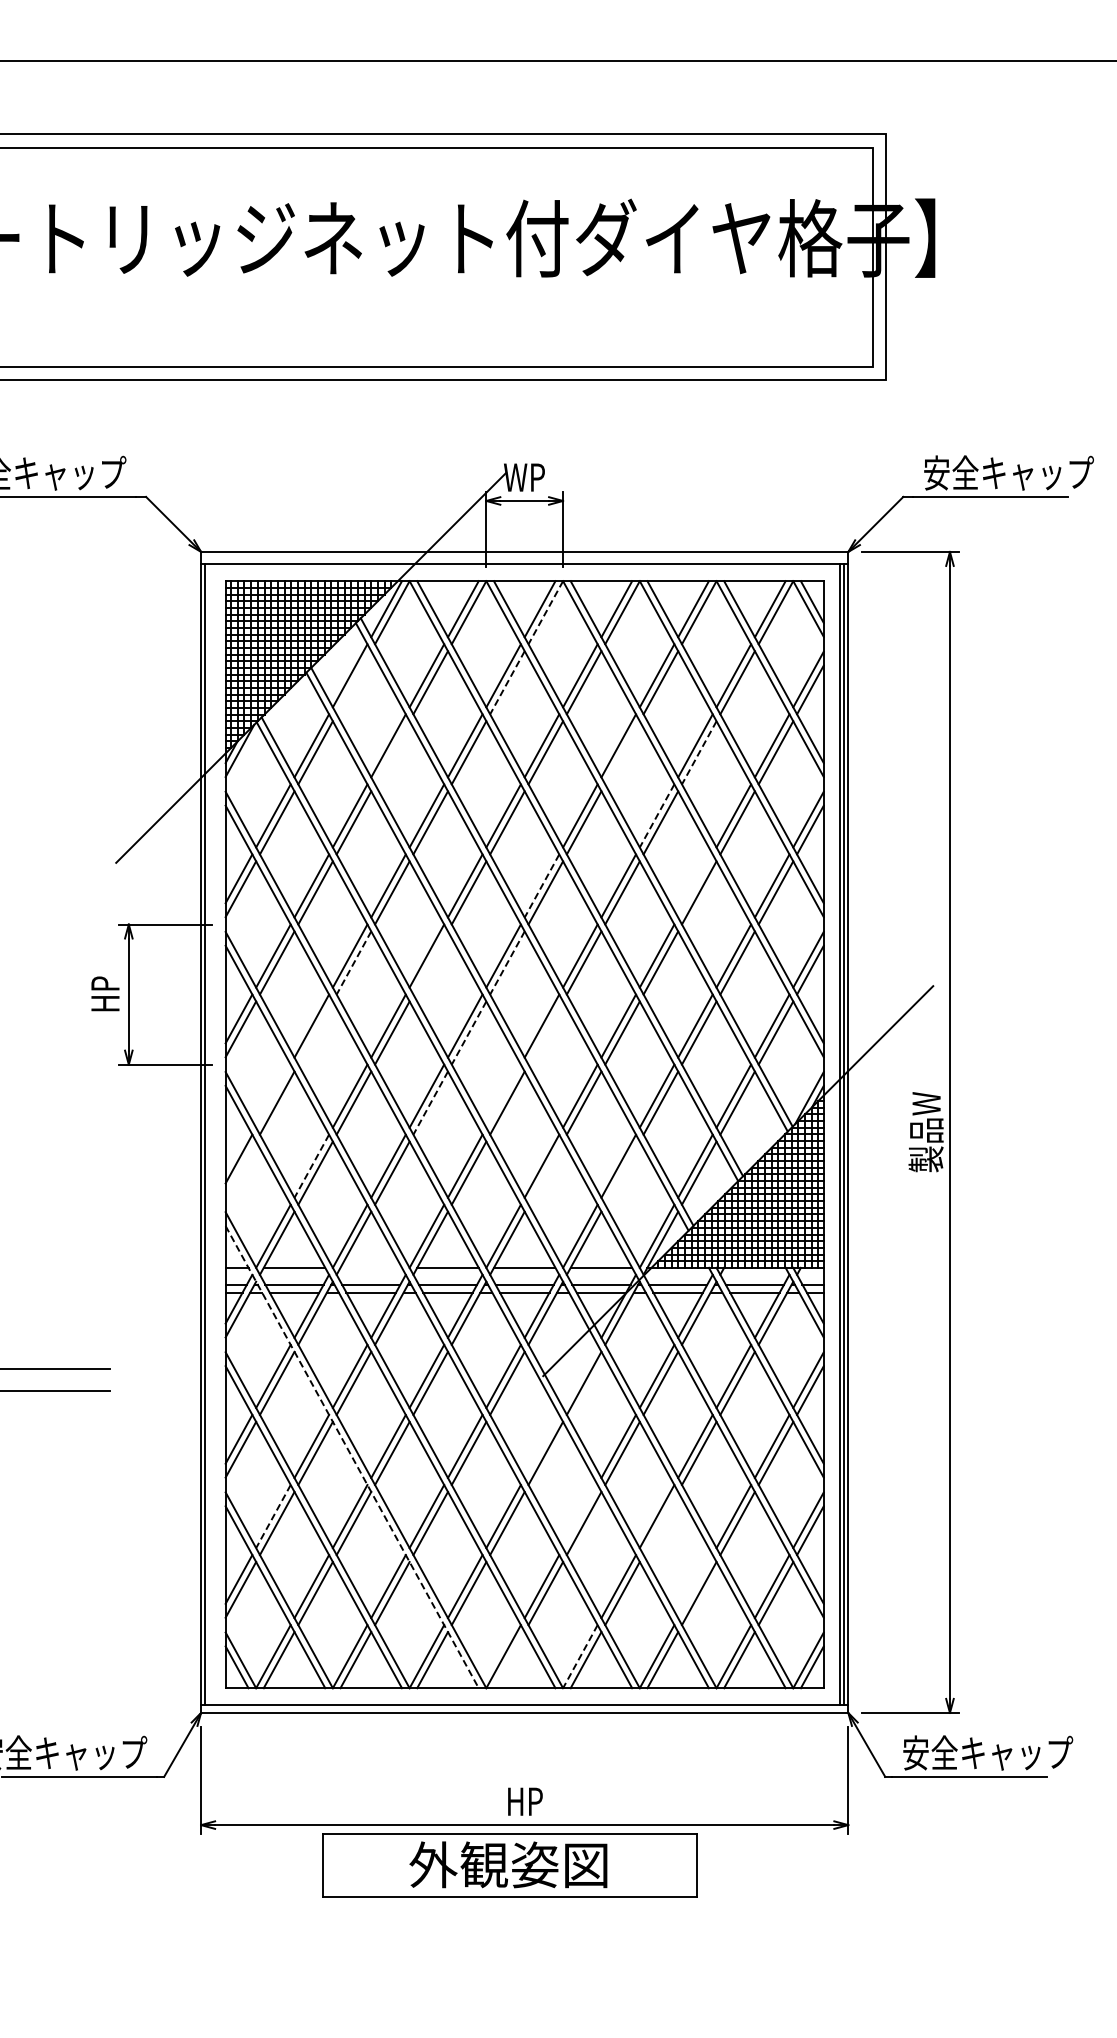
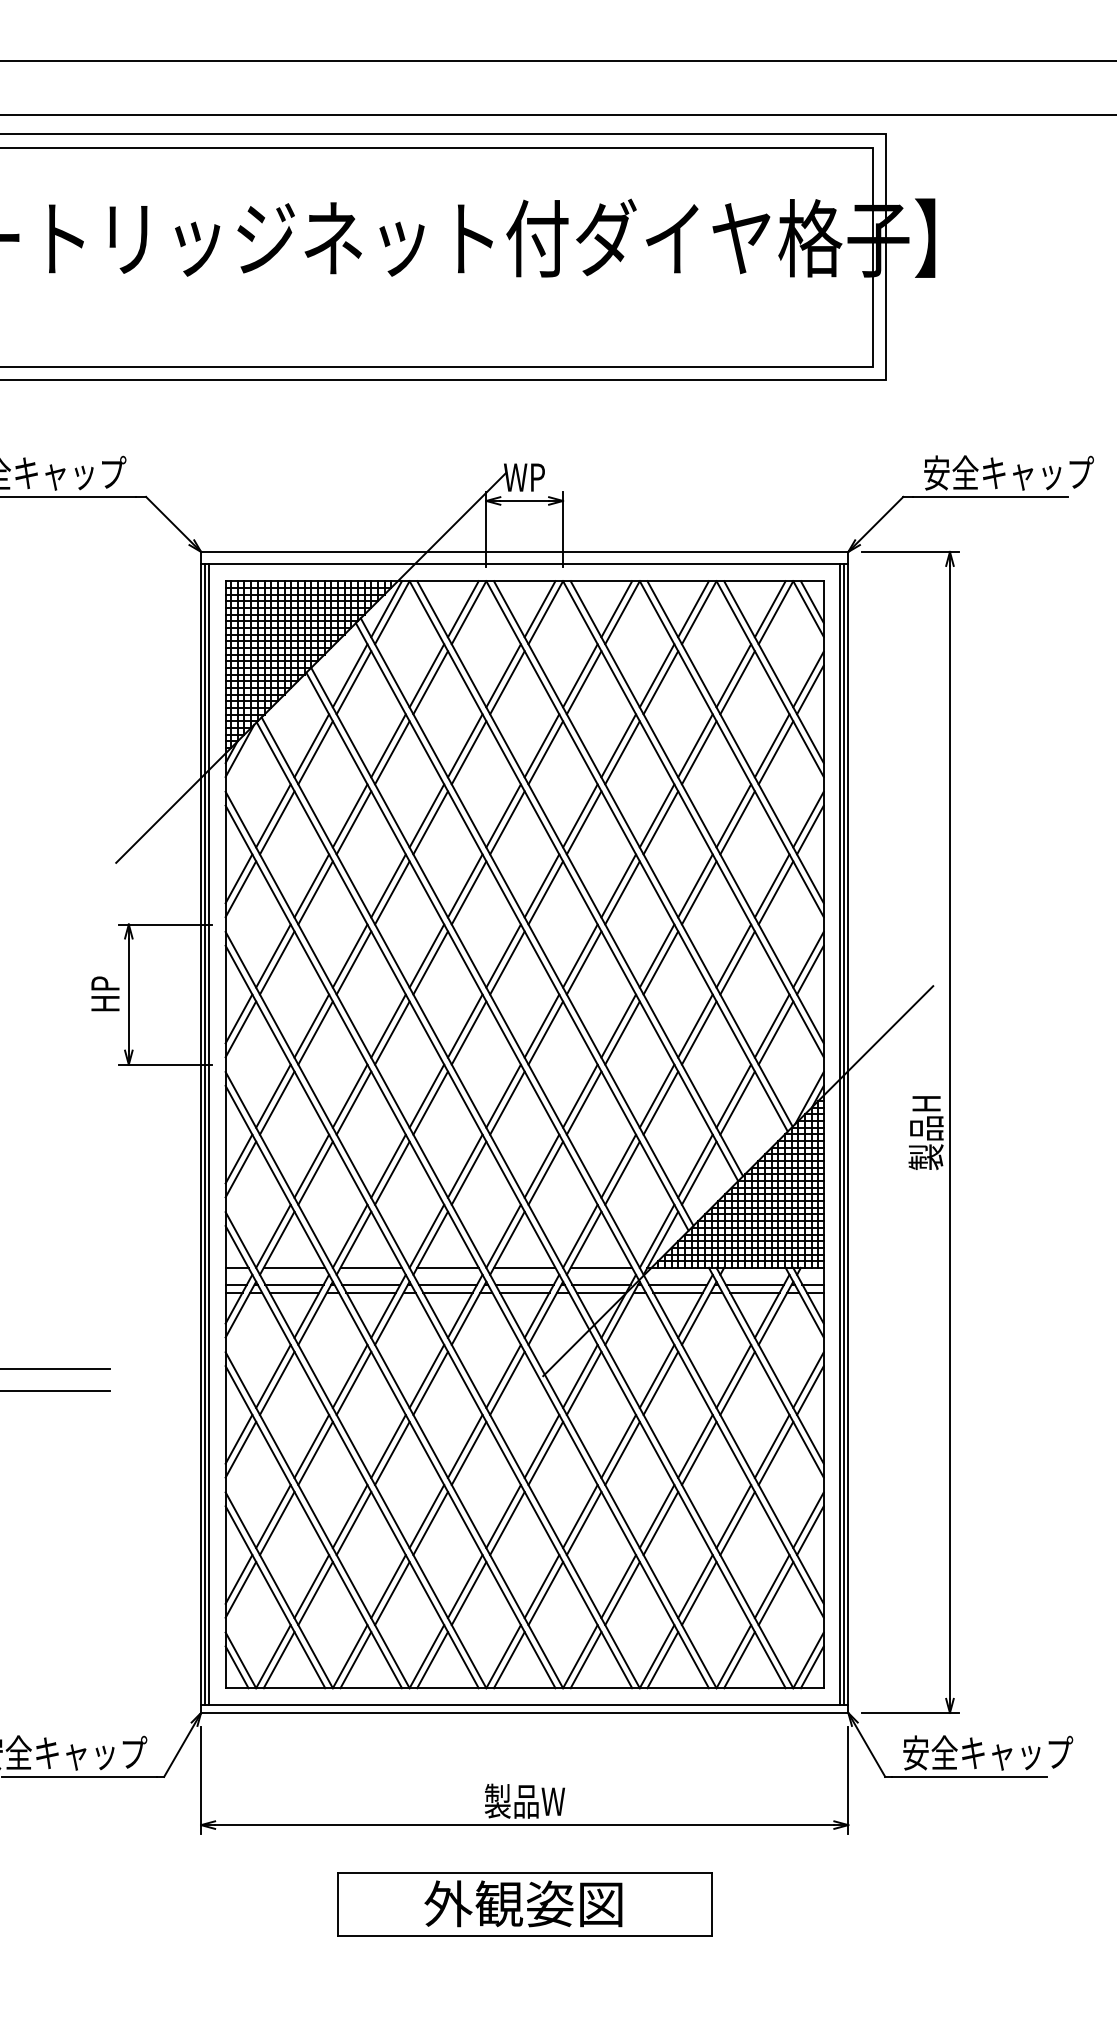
line at (557, 114): none -> present
line at (545, 612): dashed -> solid
line at (353, 682): none -> present
line at (507, 682): dashed -> solid
line at (392, 752): none -> present
line at (622, 752): none -> present
line at (699, 752): dashed -> solid
line at (657, 815): dashed -> solid
line at (695, 885): none -> present
line at (542, 886): dashed -> solid
line at (430, 962): none -> present
line at (353, 963): dashed -> solid
line at (507, 963): dashed -> solid
line at (315, 1032): none -> present
line at (545, 1032): none -> present
line at (469, 1033): dashed -> solid
line at (273, 1095): none -> present
line at (503, 1095): none -> present
line at (430, 1103): dashed -> solid
text at (925, 1132): 製品W -> 製品H
line at (208, 1134): none -> present
line at (311, 1166): dashed -> solid
line at (240, 1169): none -> present
line at (545, 1172): none -> present
line at (622, 1172): none -> present
line at (371, 1267): none -> present
line at (580, 1375): none -> present
line at (541, 1446): none -> present
line at (352, 1457): dashed -> solid
line at (273, 1516): dashed -> solid
line at (580, 1516): none -> present
line at (660, 1523): none -> present
line at (695, 1586): none -> present
line at (580, 1656): dashed -> solid
line at (508, 1660): none -> present
text at (525, 1800): HP -> 製品W
part at (509, 1865) position: (509, 1865) -> (524, 1904)
